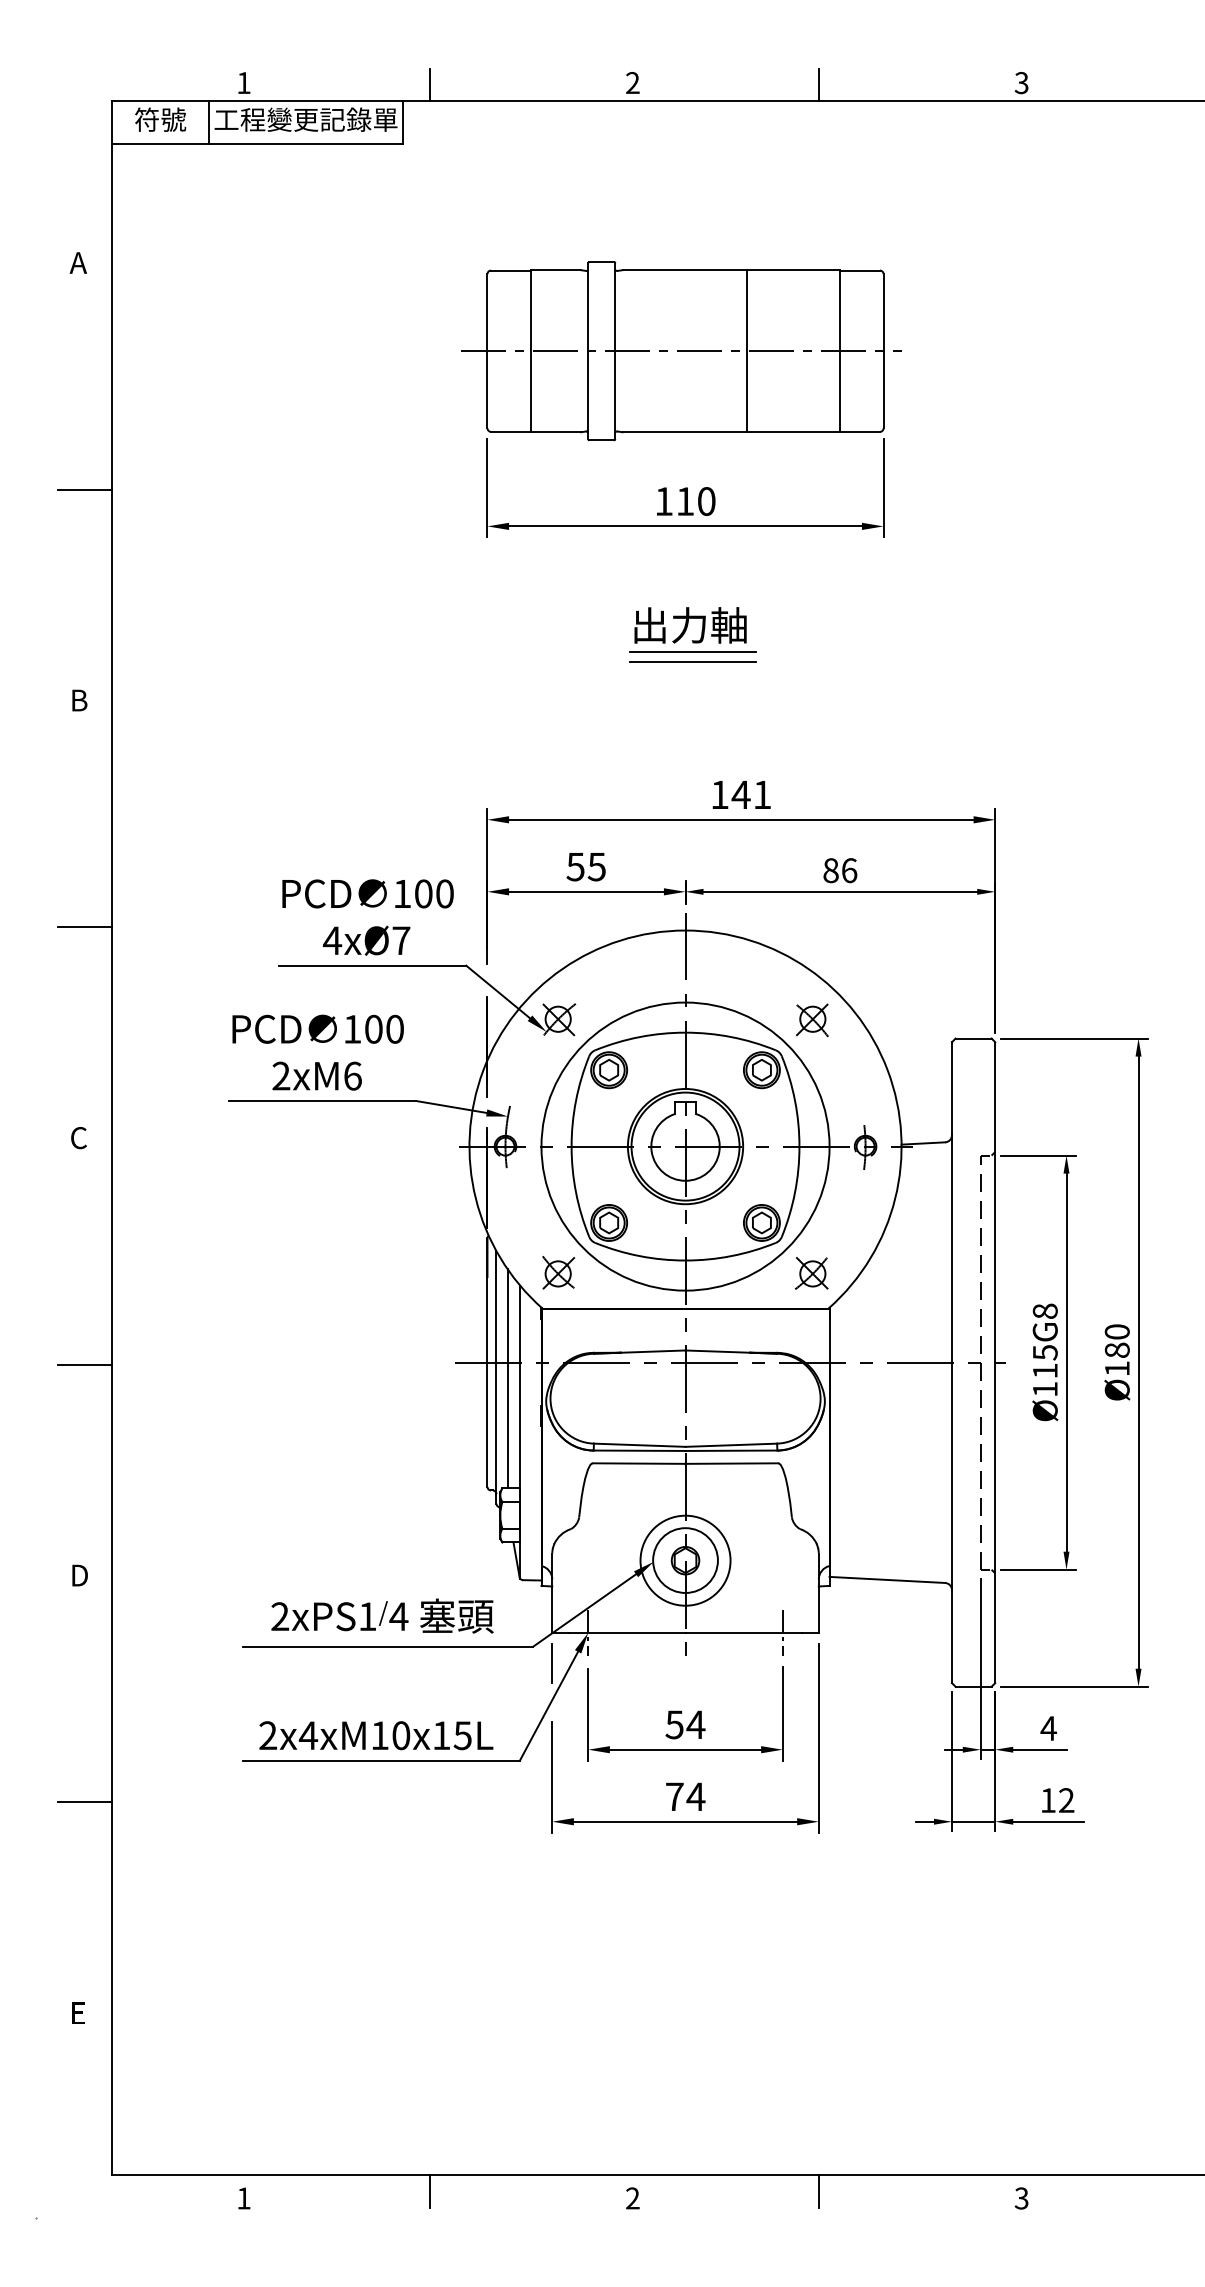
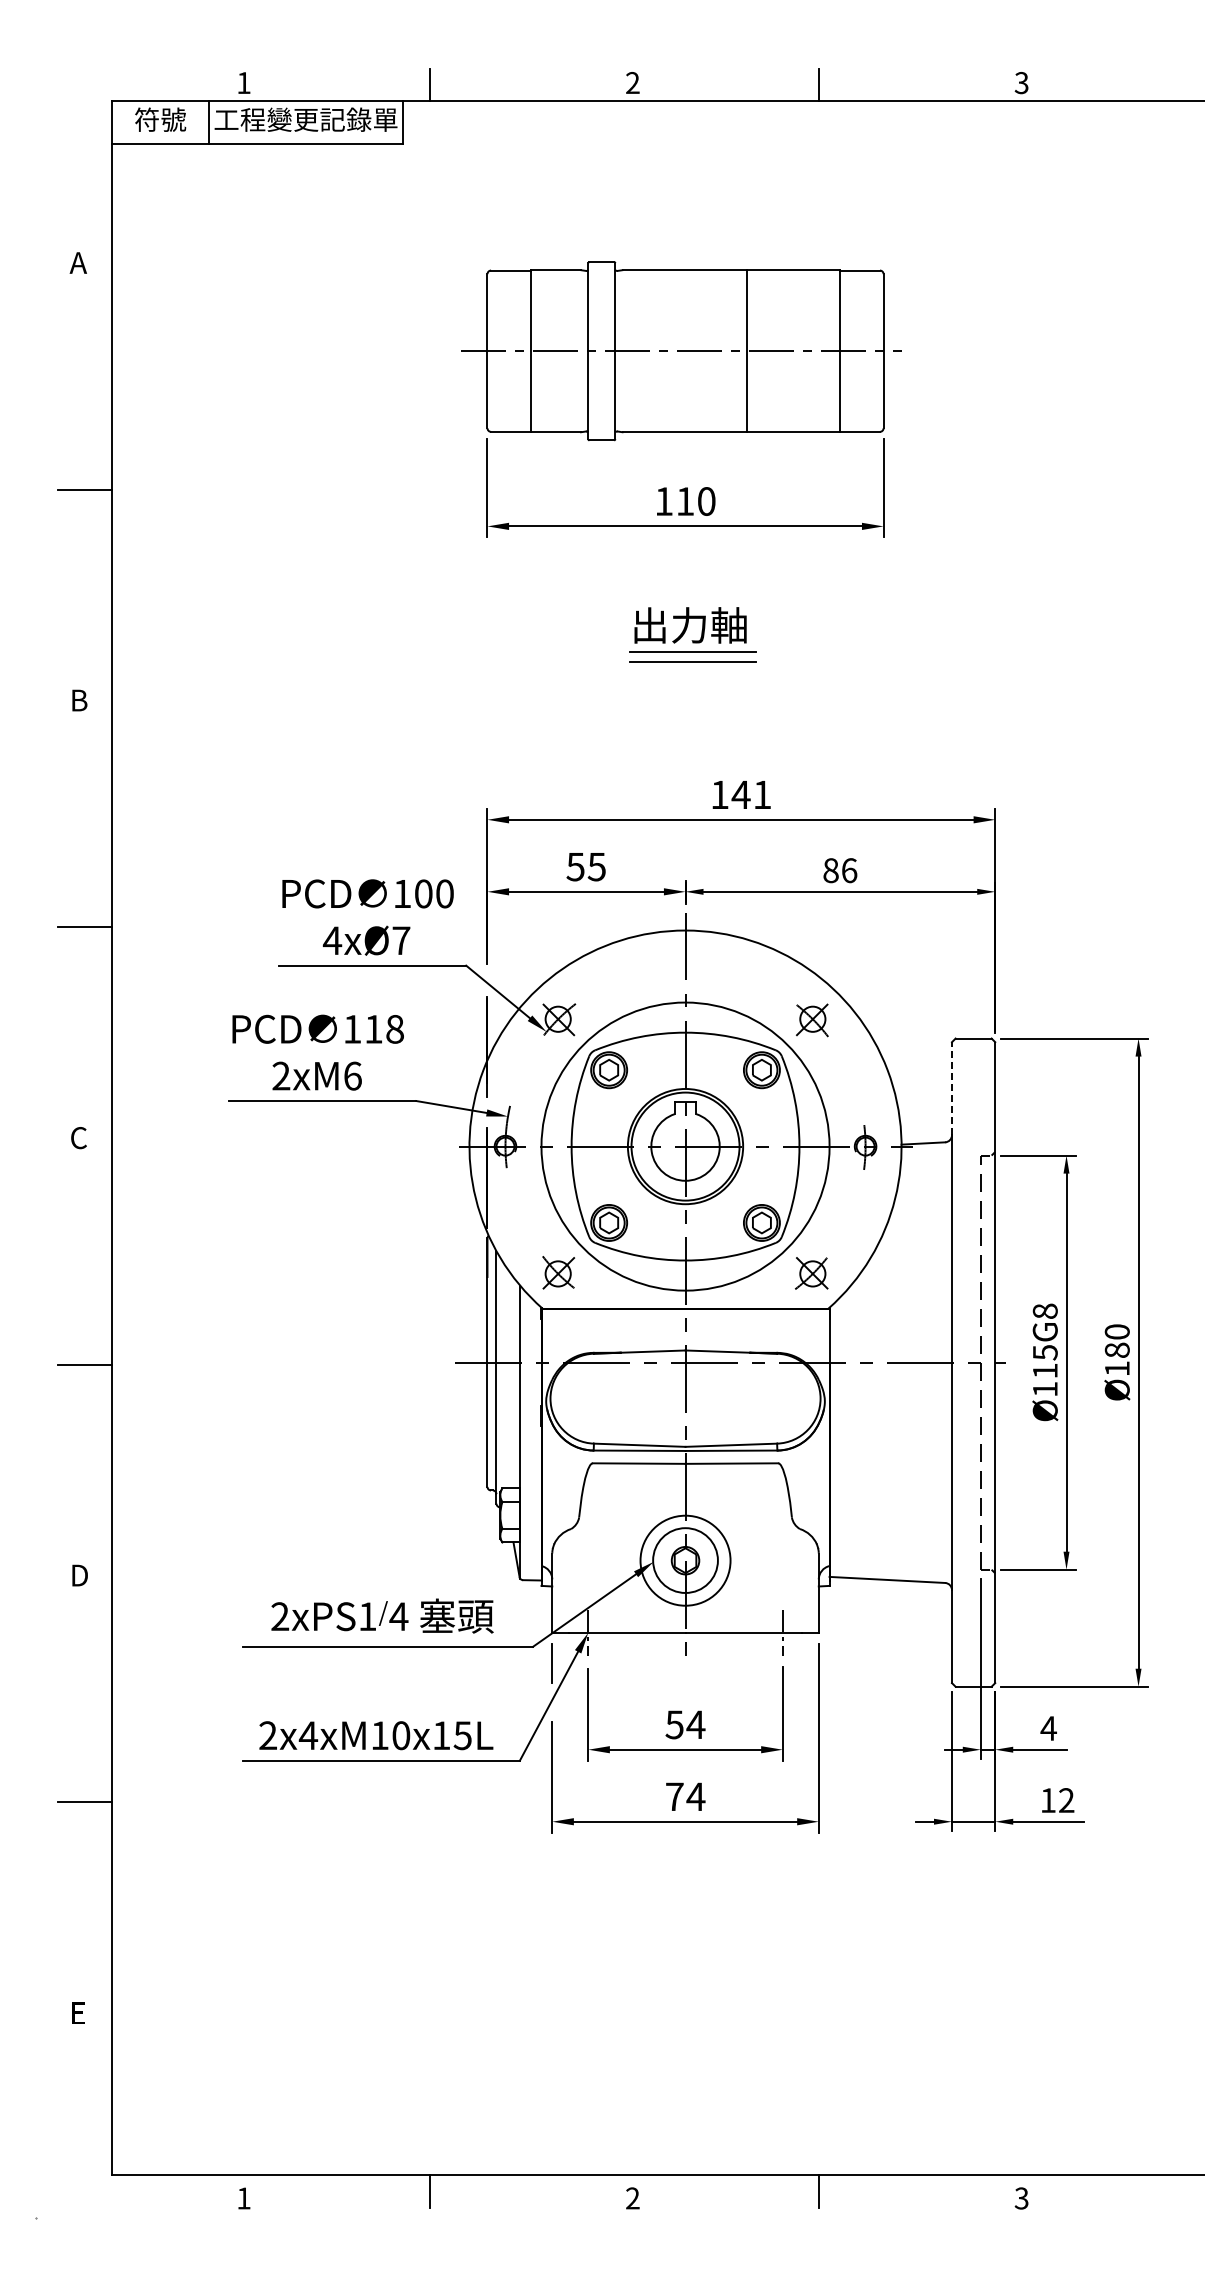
text at (384, 1028): 100 -> 118
line at (952, 1088): solid -> dashed
line at (507, 1378): present -> none
